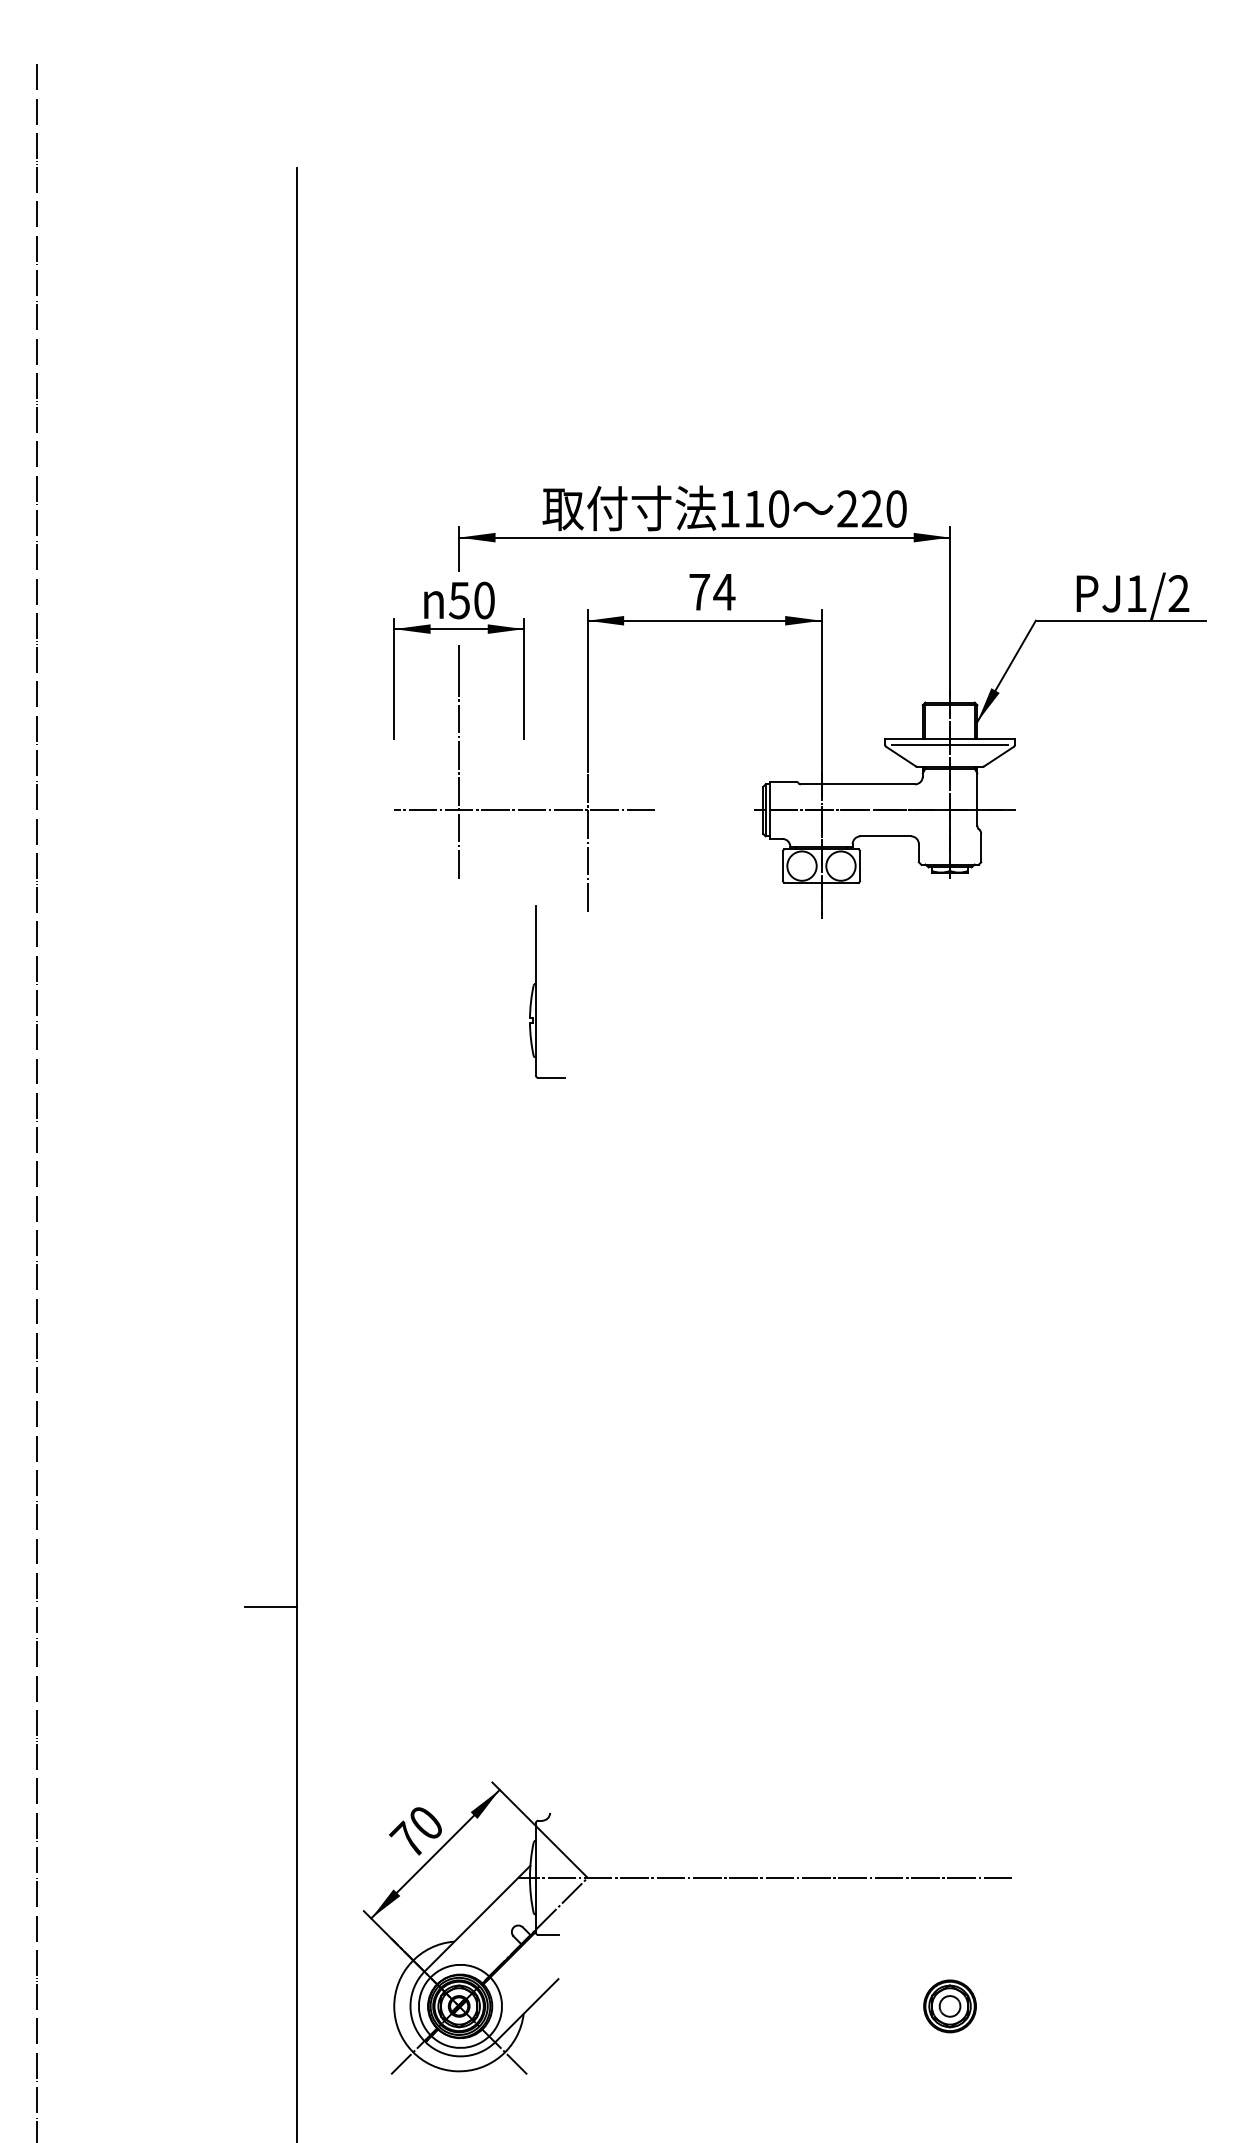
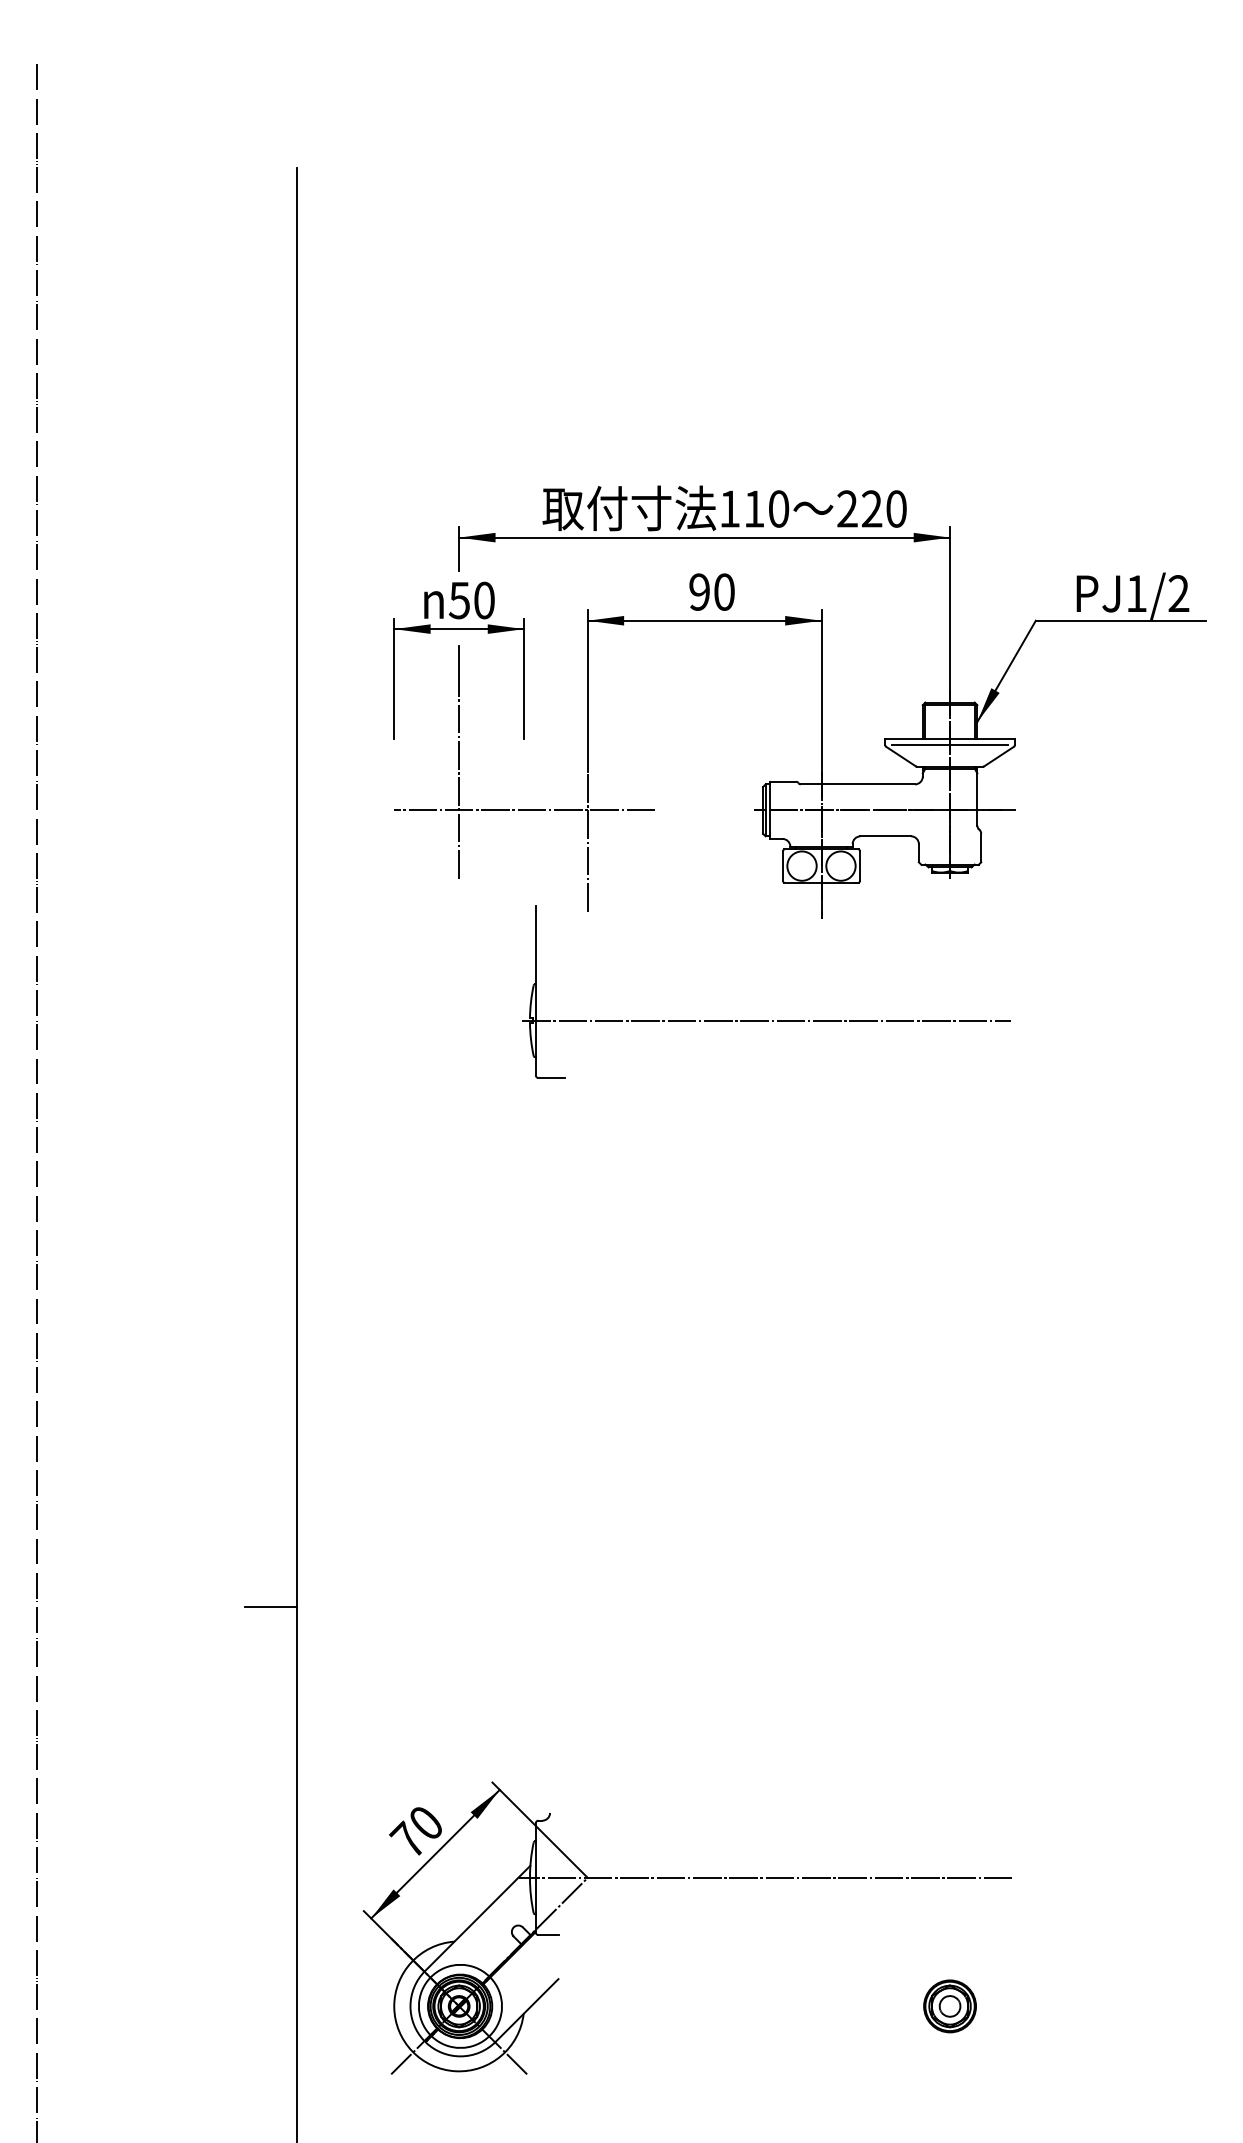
text at (712, 591): 74 -> 90
line at (766, 1020): none -> present
